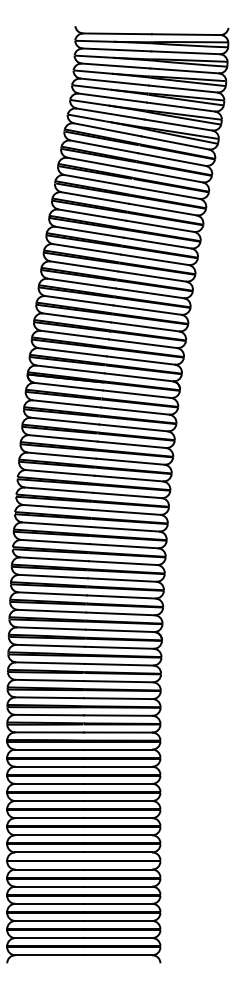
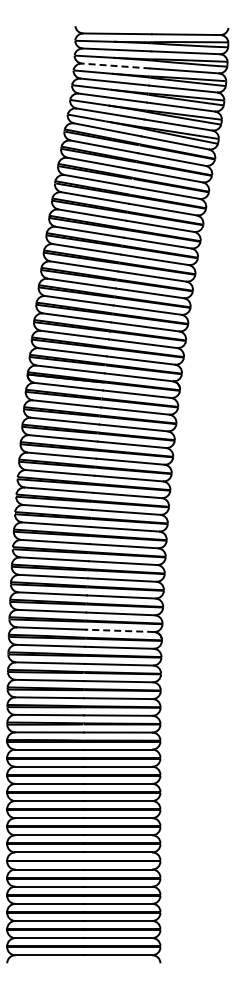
line at (115, 66): solid -> dashed
line at (119, 630): solid -> dashed
